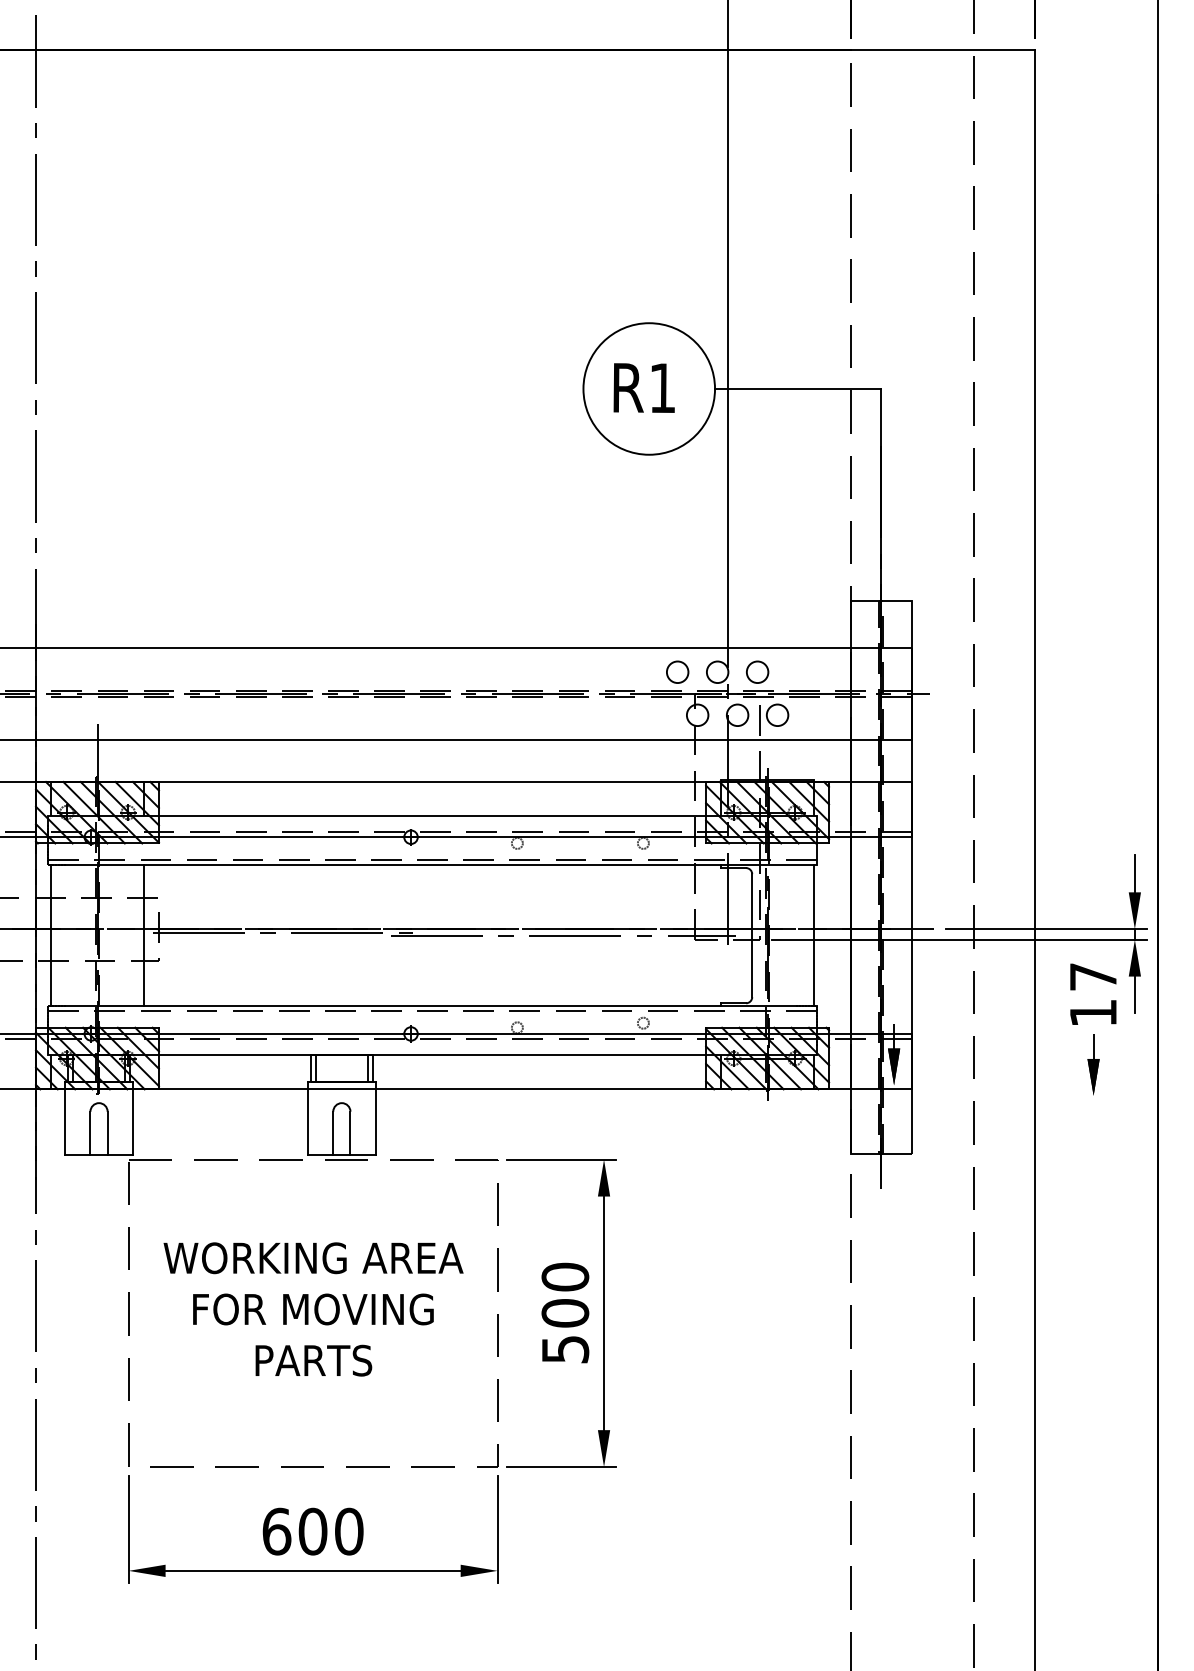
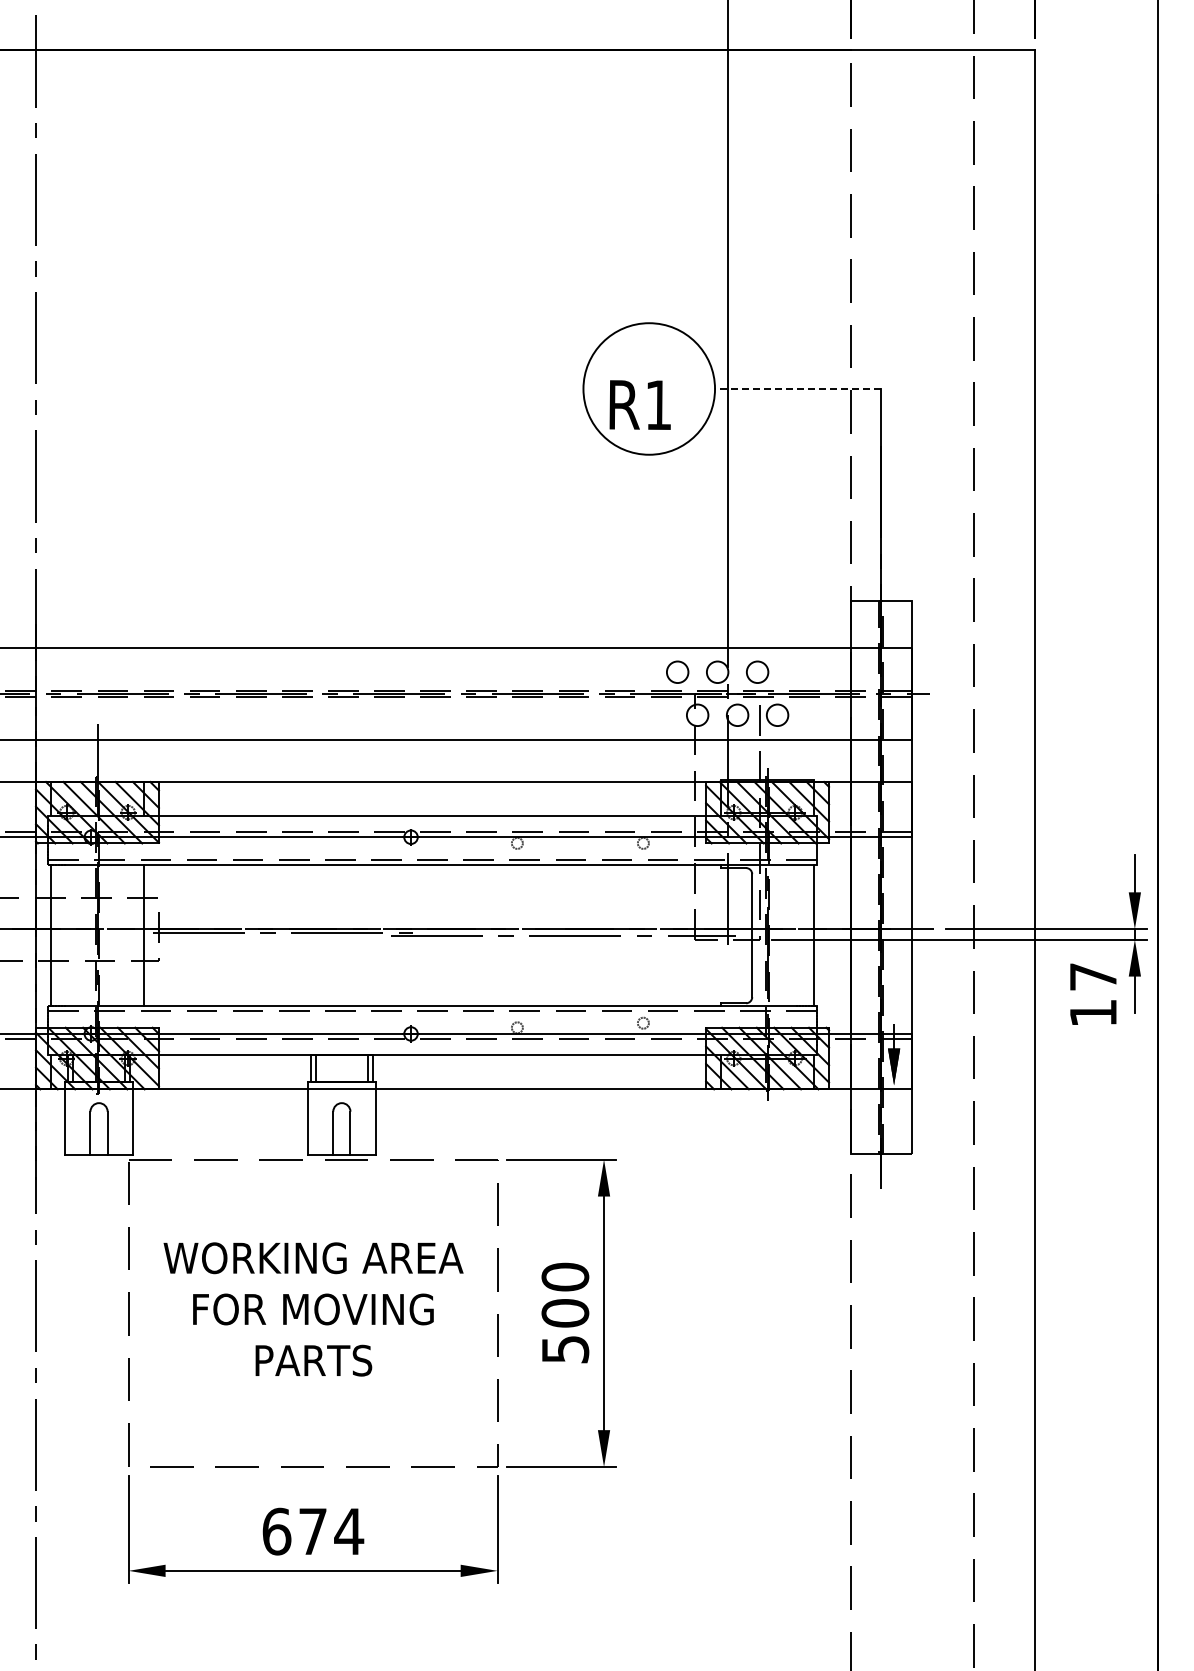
text at (643, 387) position: (643, 387) -> (639, 404)
line at (797, 388): solid -> dashed
part at (1093, 1064): present -> none
text at (331, 1531): 600 -> 674
